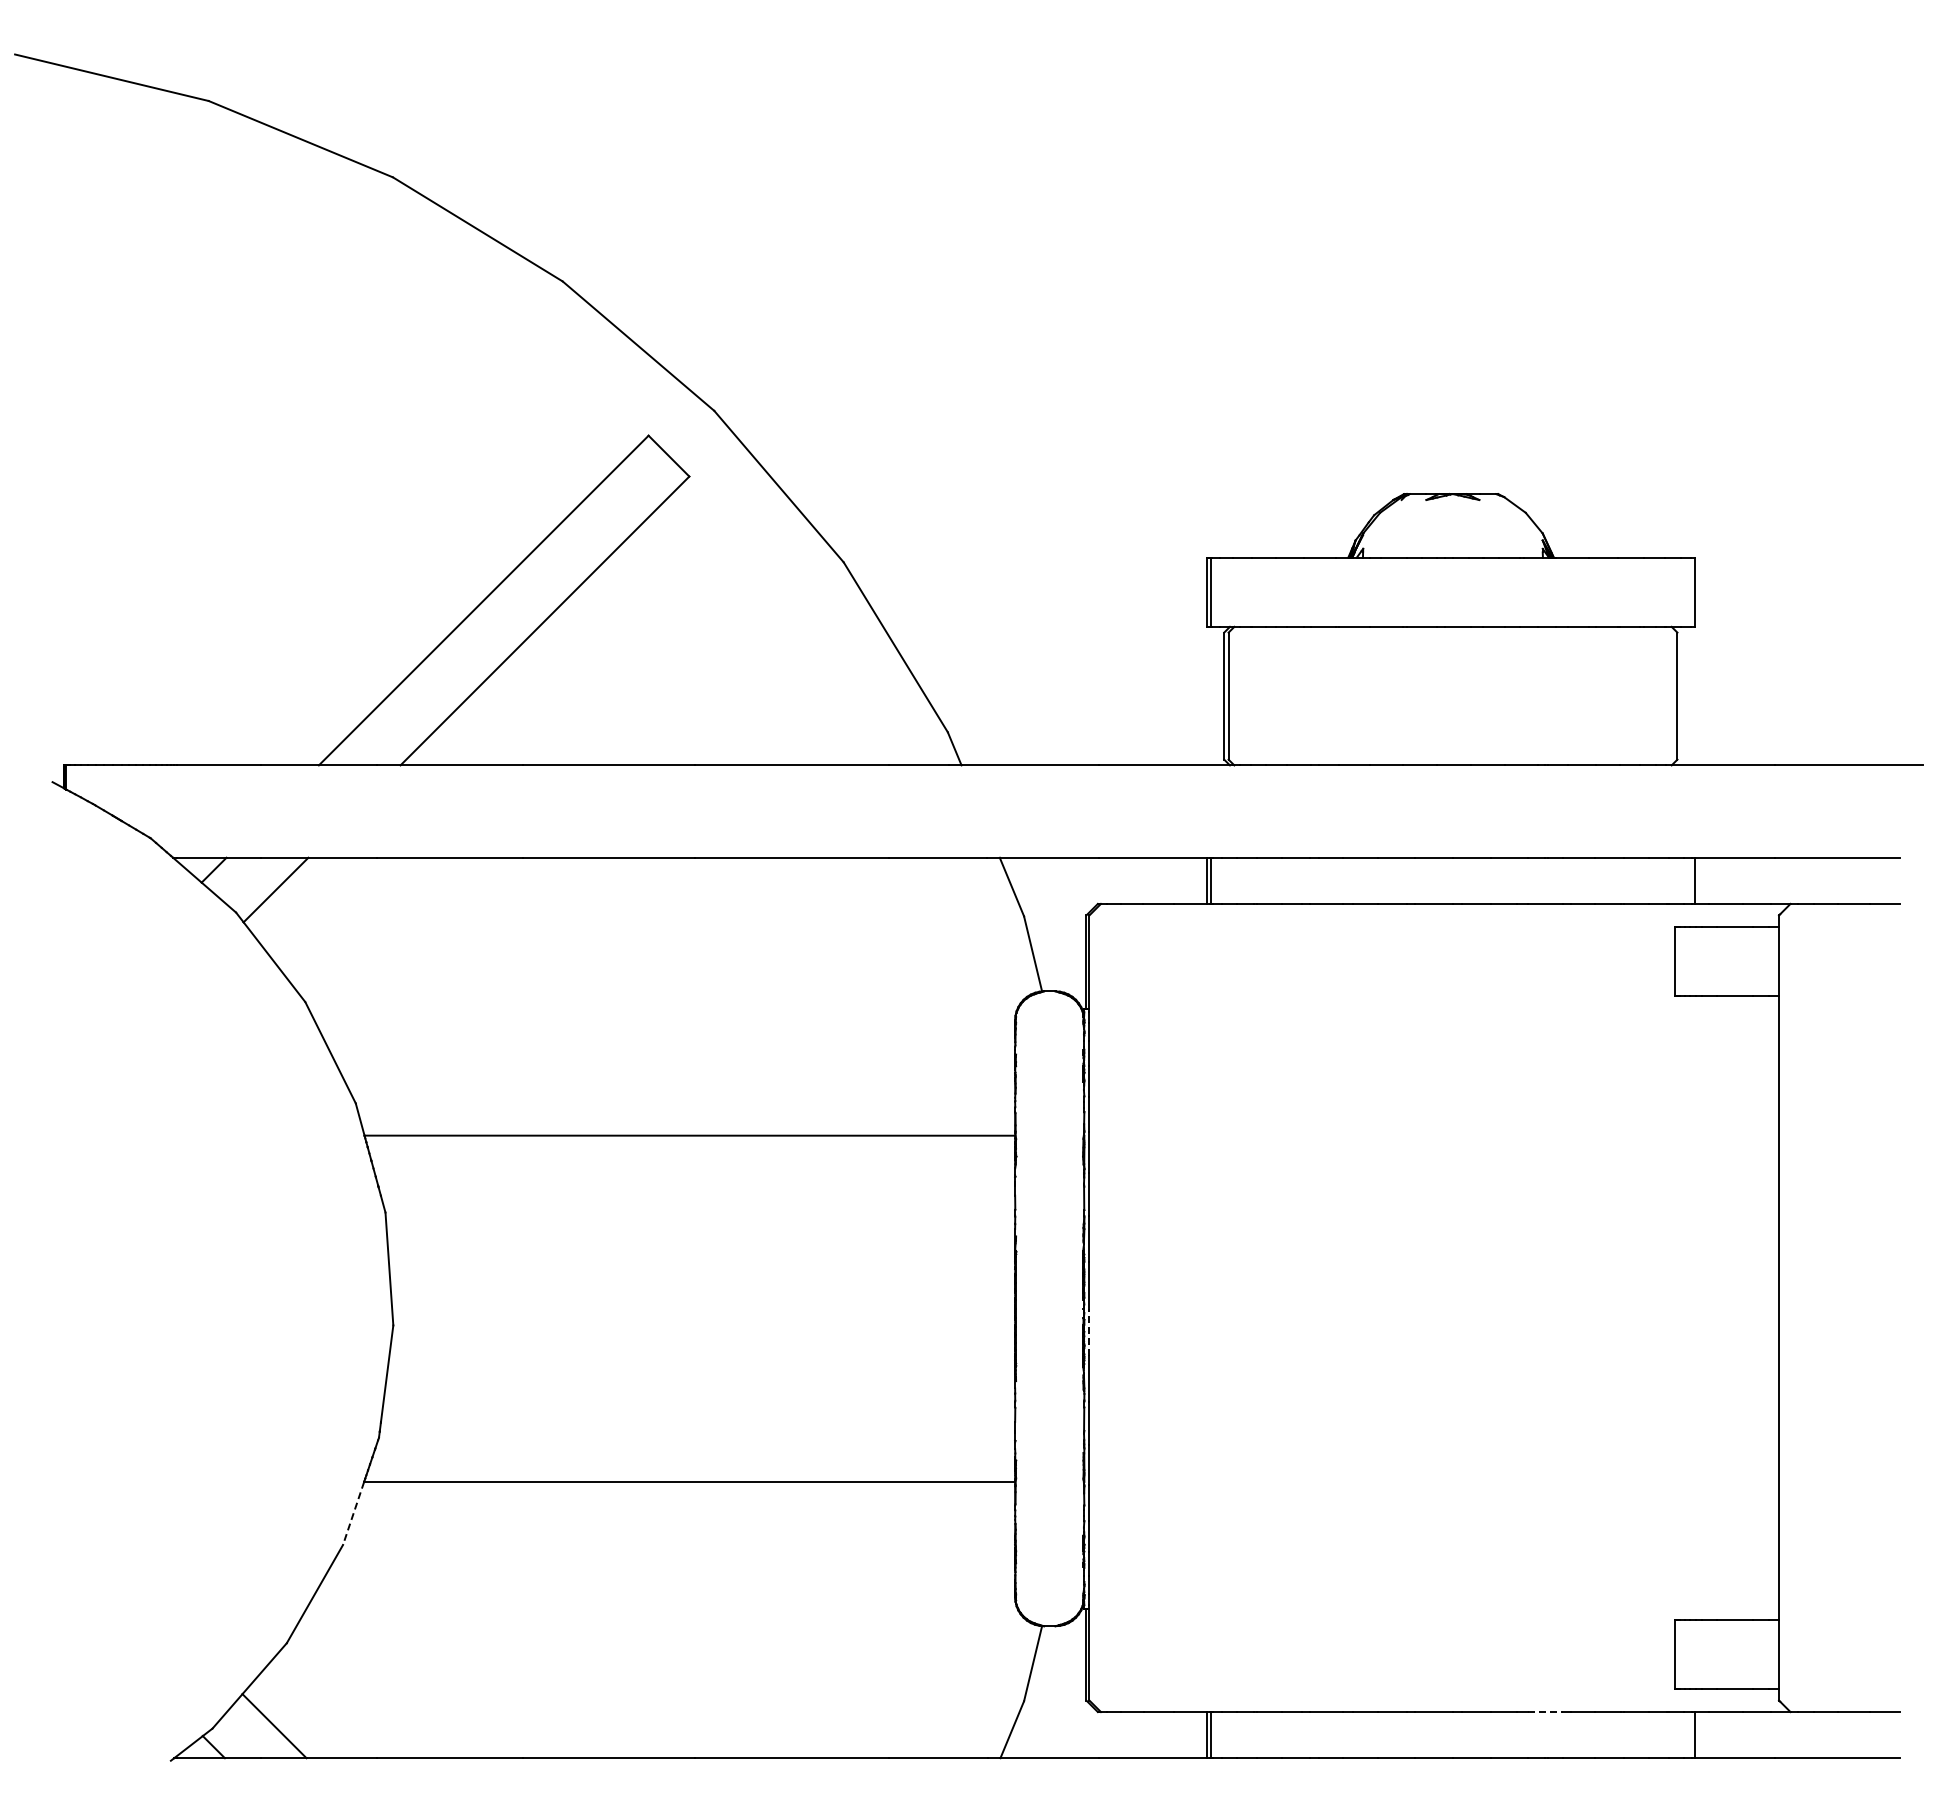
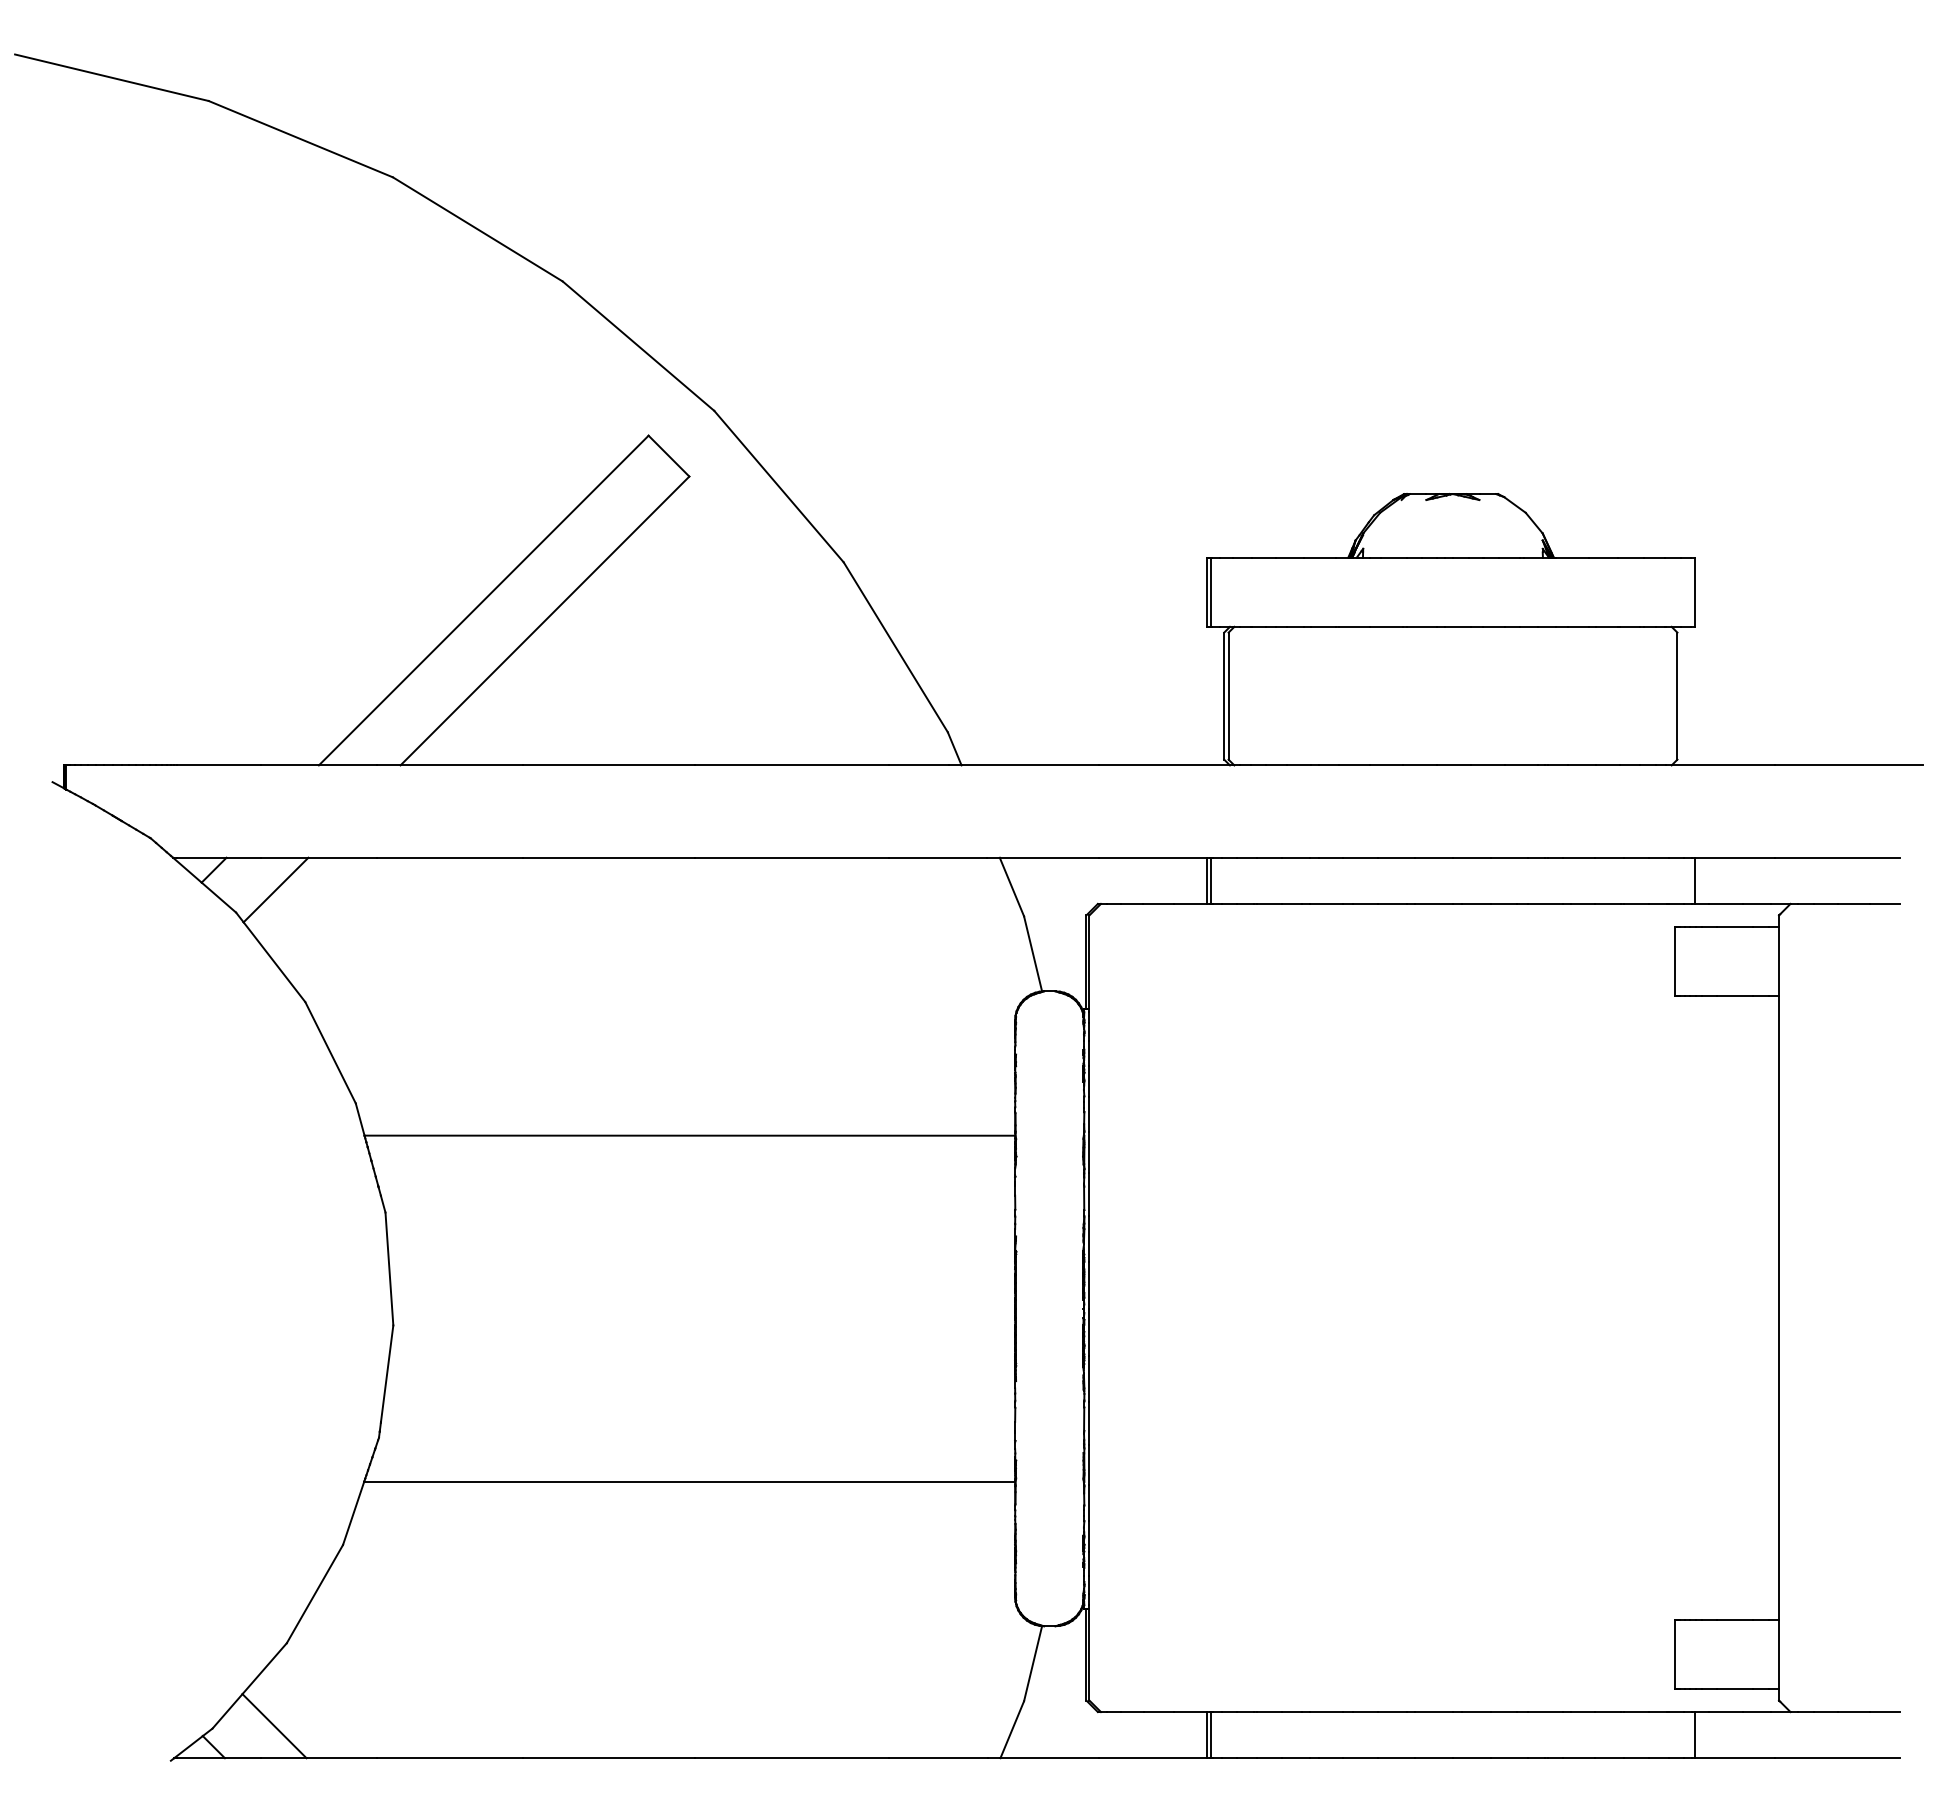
line at (1089, 1331): dashed -> solid
line at (353, 1513): dashed -> solid
line at (1545, 1712): dashed -> solid
